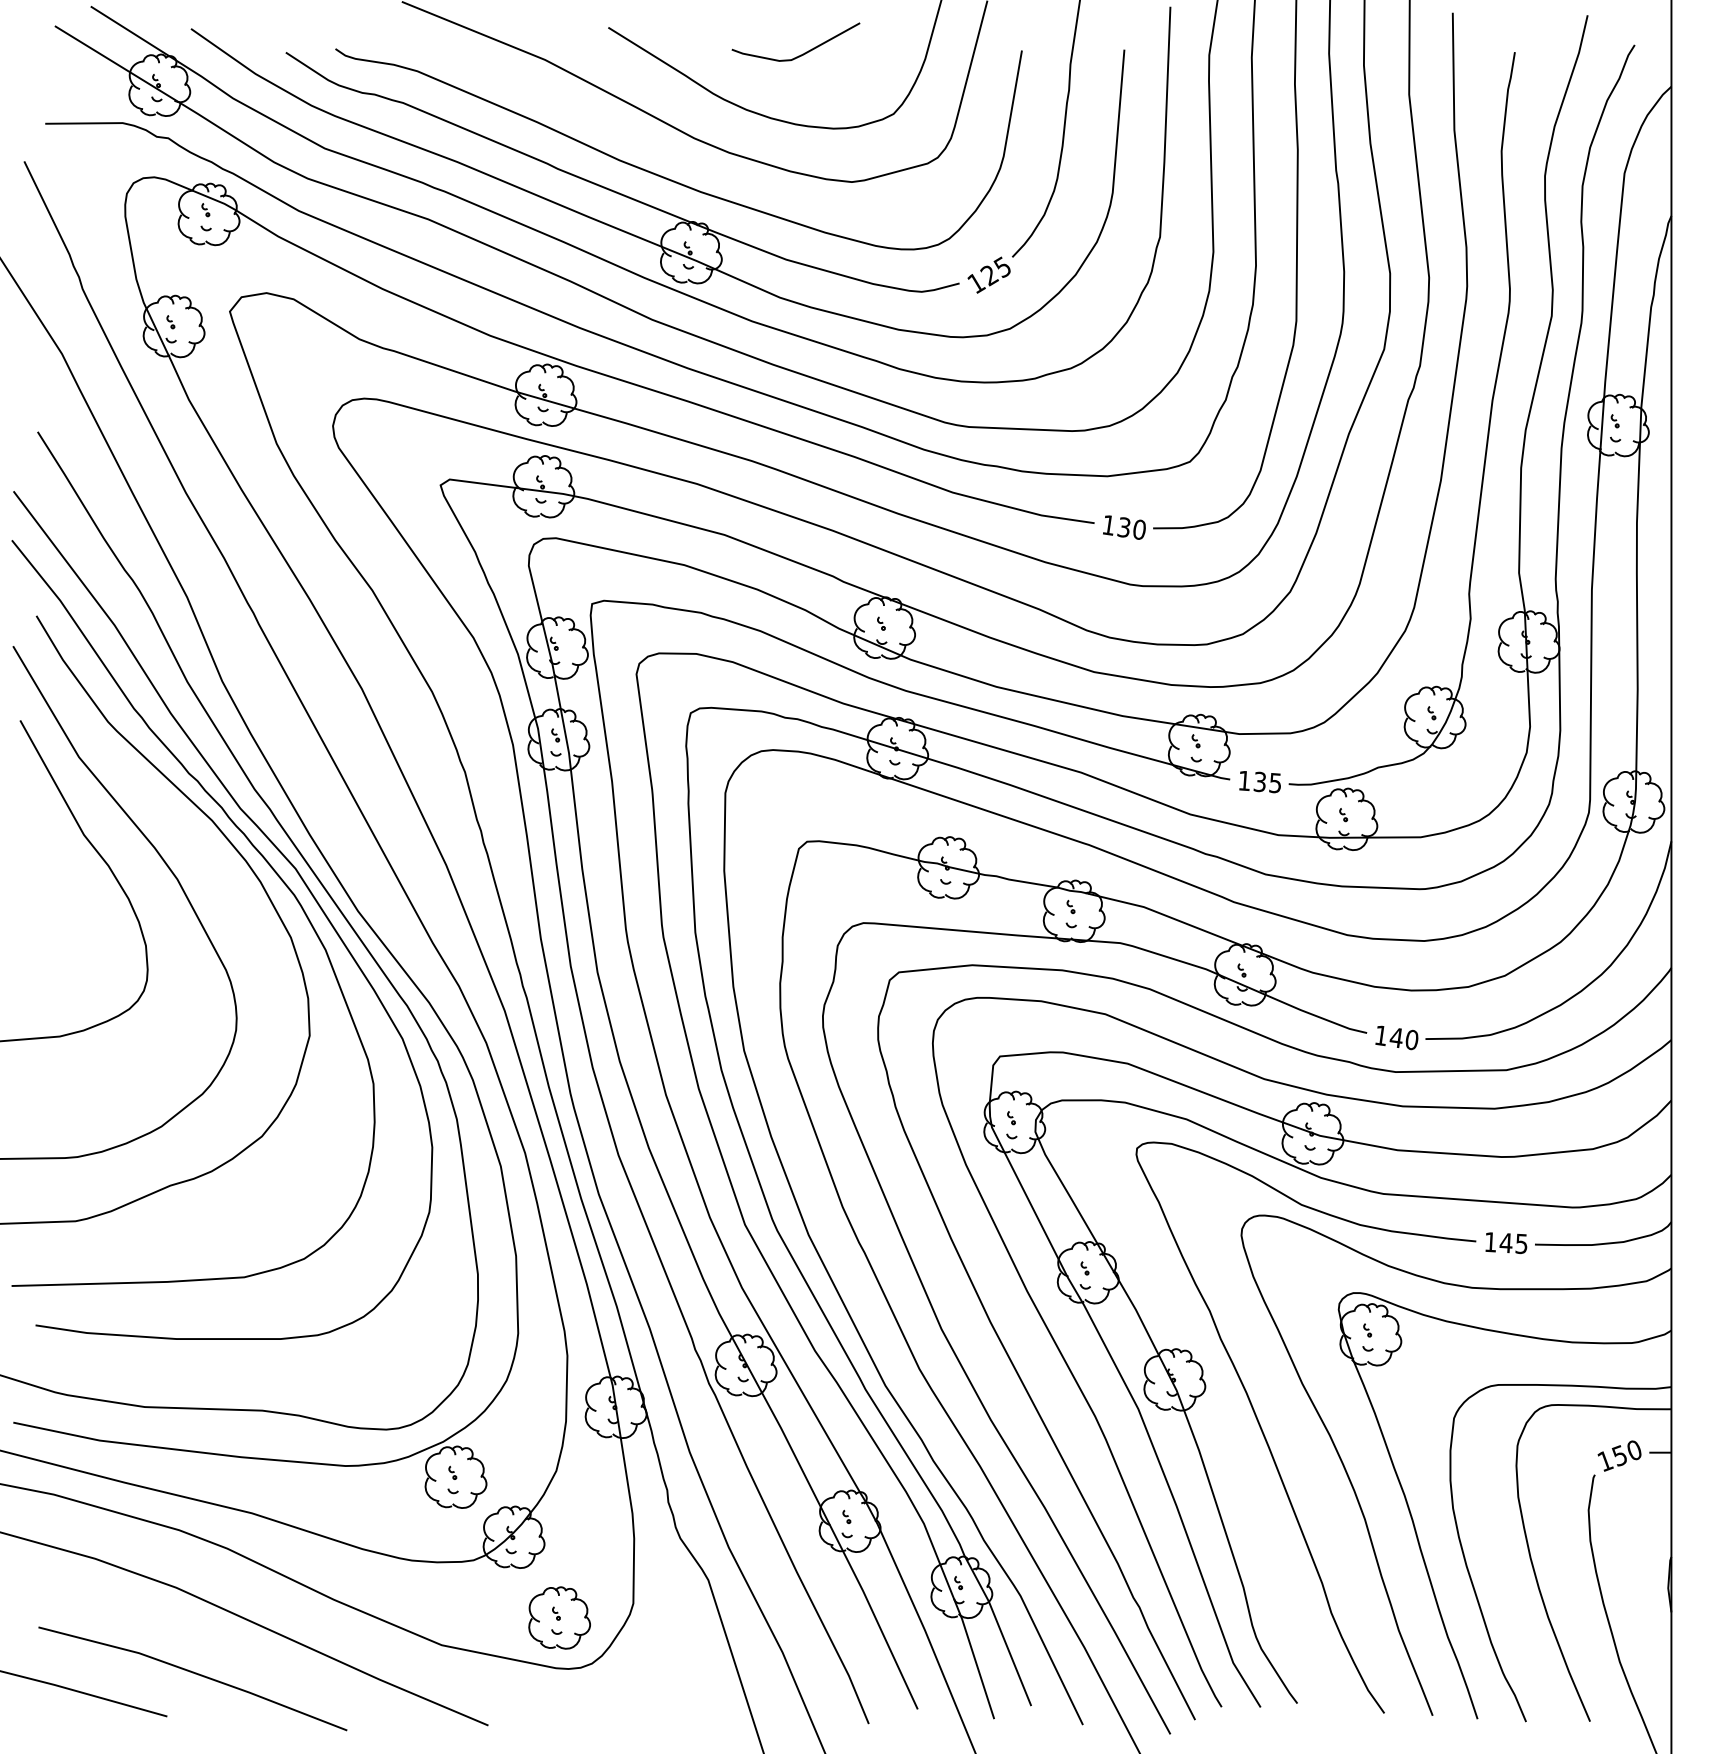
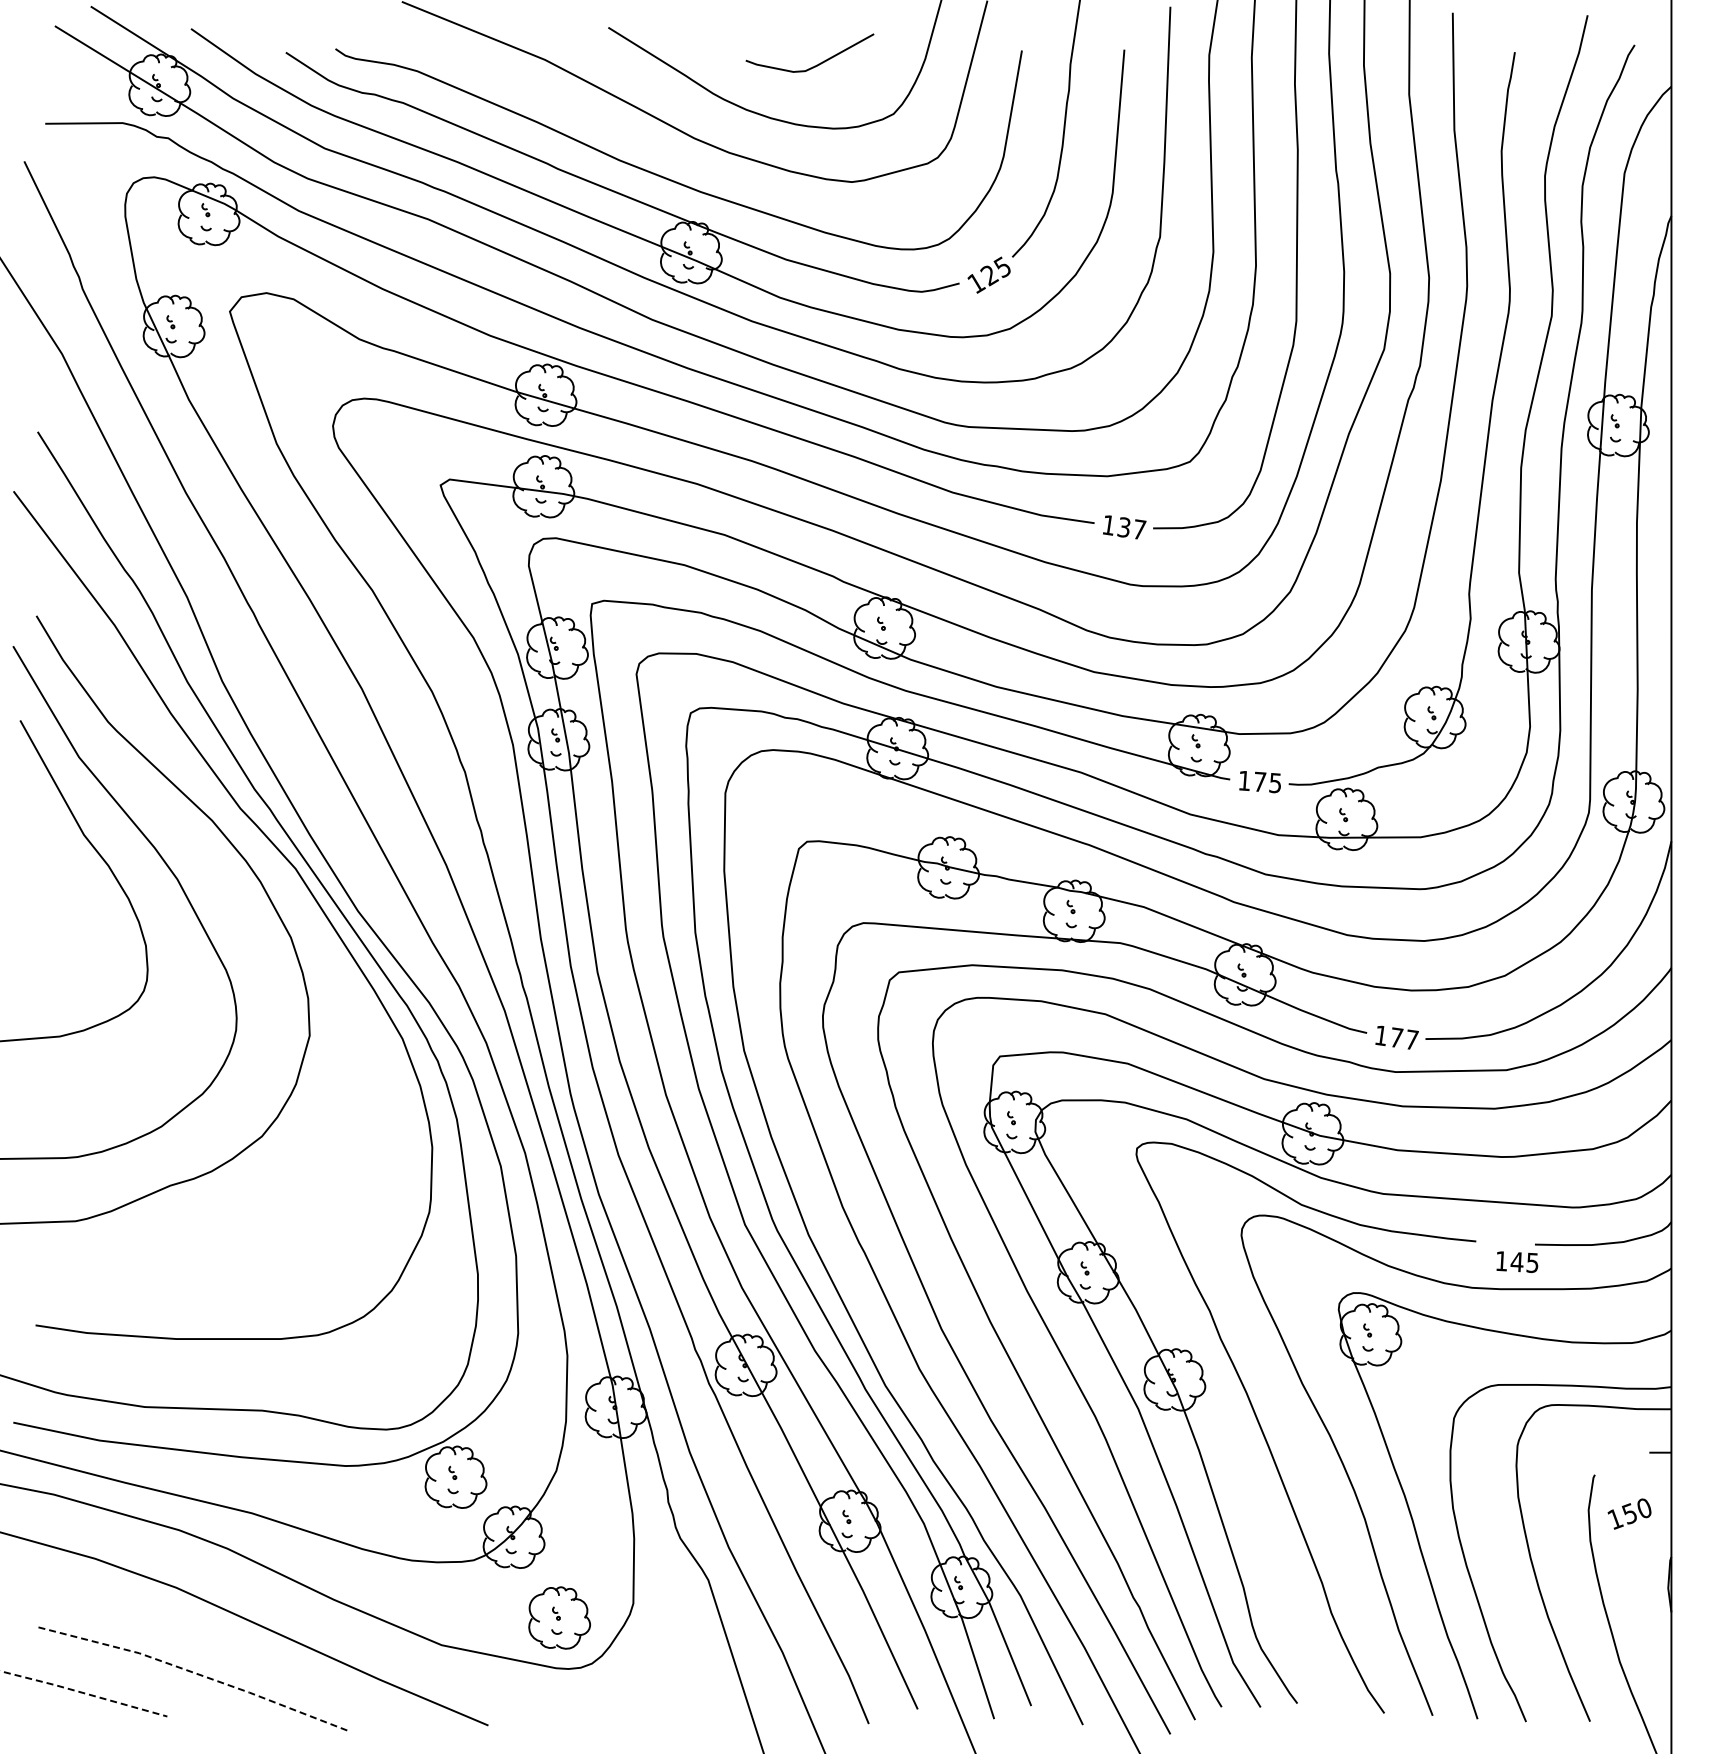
curve at (802, 53) position: (802, 53) -> (816, 64)
text at (1139, 529): 130 -> 137
text at (1259, 781): 135 -> 175
curve at (259, 854): present -> none
text at (1403, 1038): 140 -> 177
text at (1506, 1242) position: (1506, 1242) -> (1517, 1261)
text at (1619, 1455) position: (1619, 1455) -> (1629, 1513)
line at (195, 1673): solid -> dashed
line at (84, 1693): solid -> dashed
